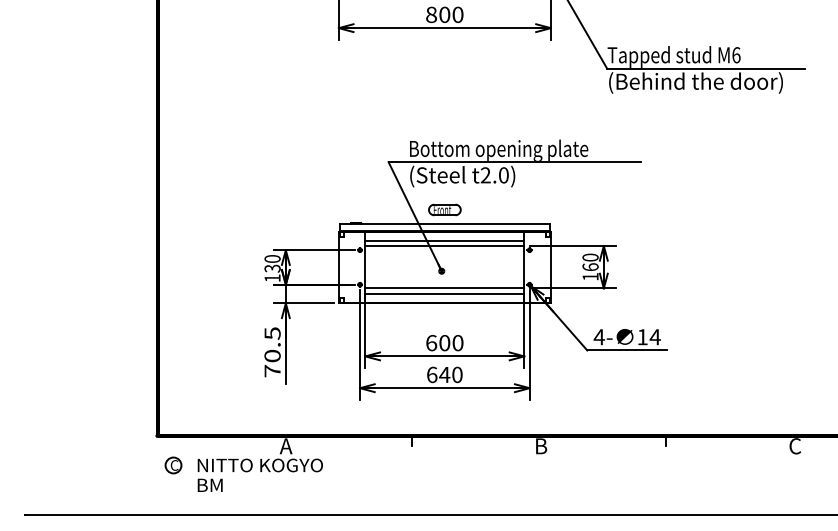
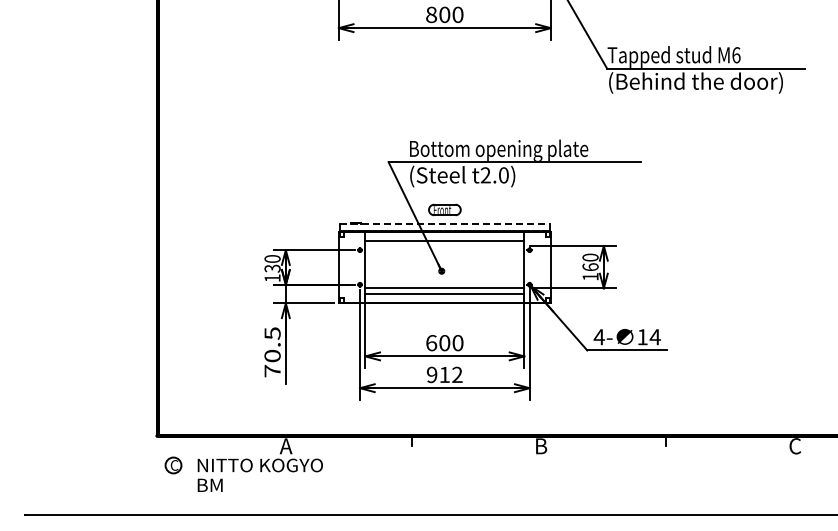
line at (445, 223): solid -> dashed
line at (444, 246): present -> none
text at (444, 374): 640 -> 912
